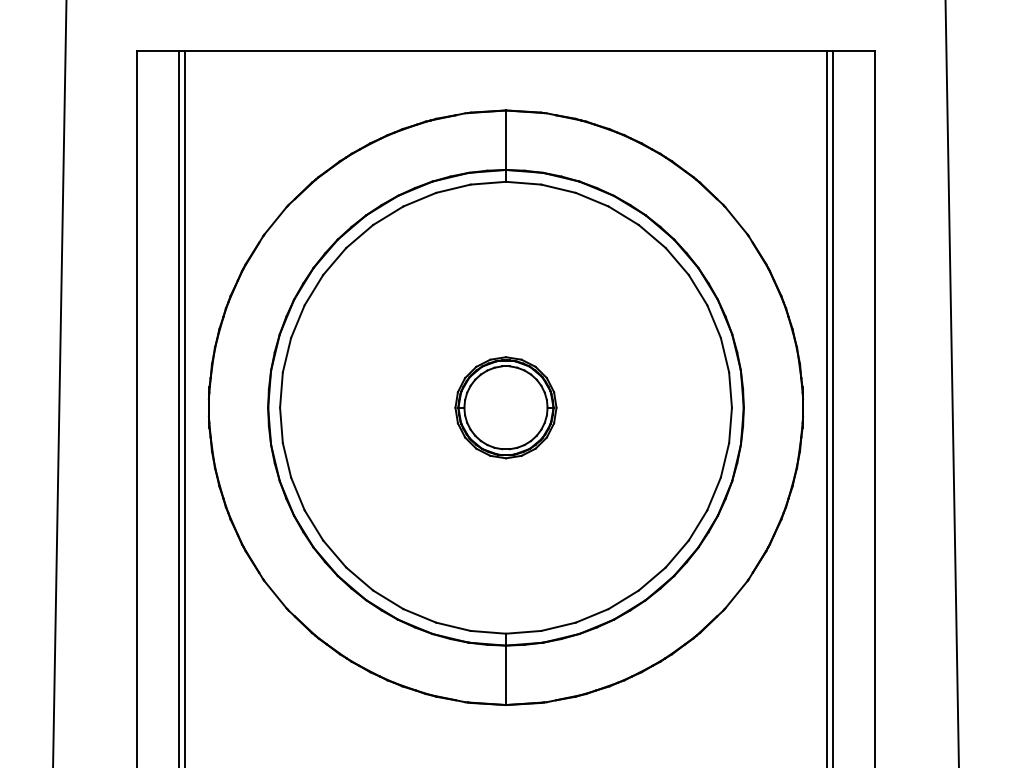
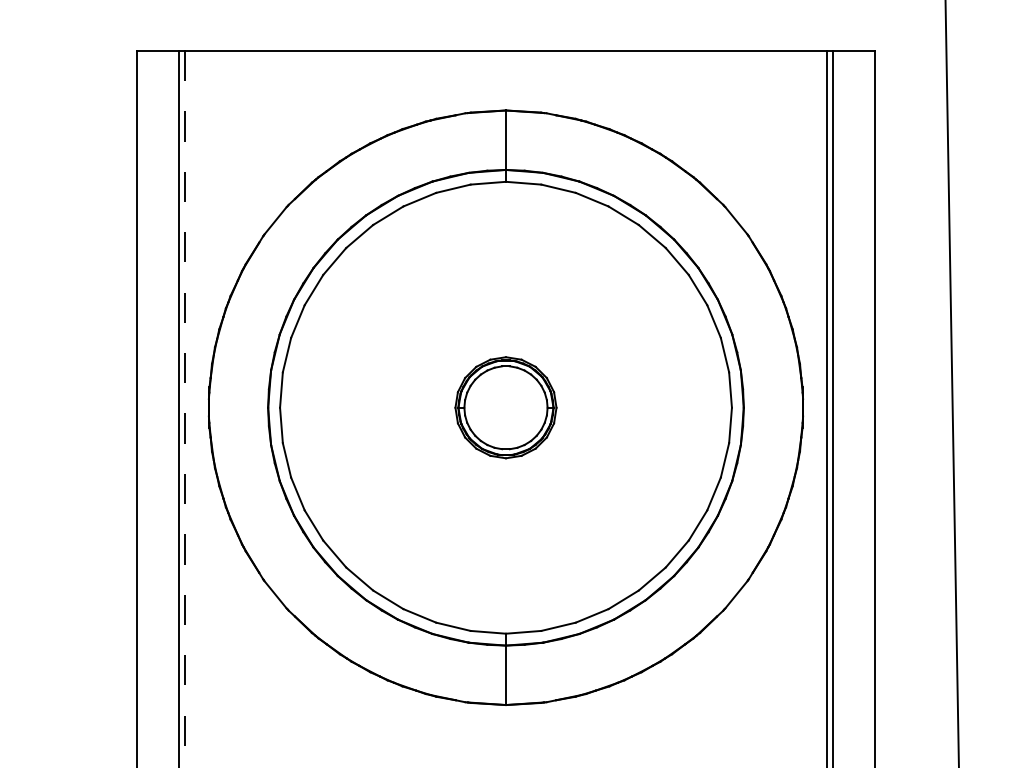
line at (59, 383): present -> none
line at (184, 409): solid -> dashed
